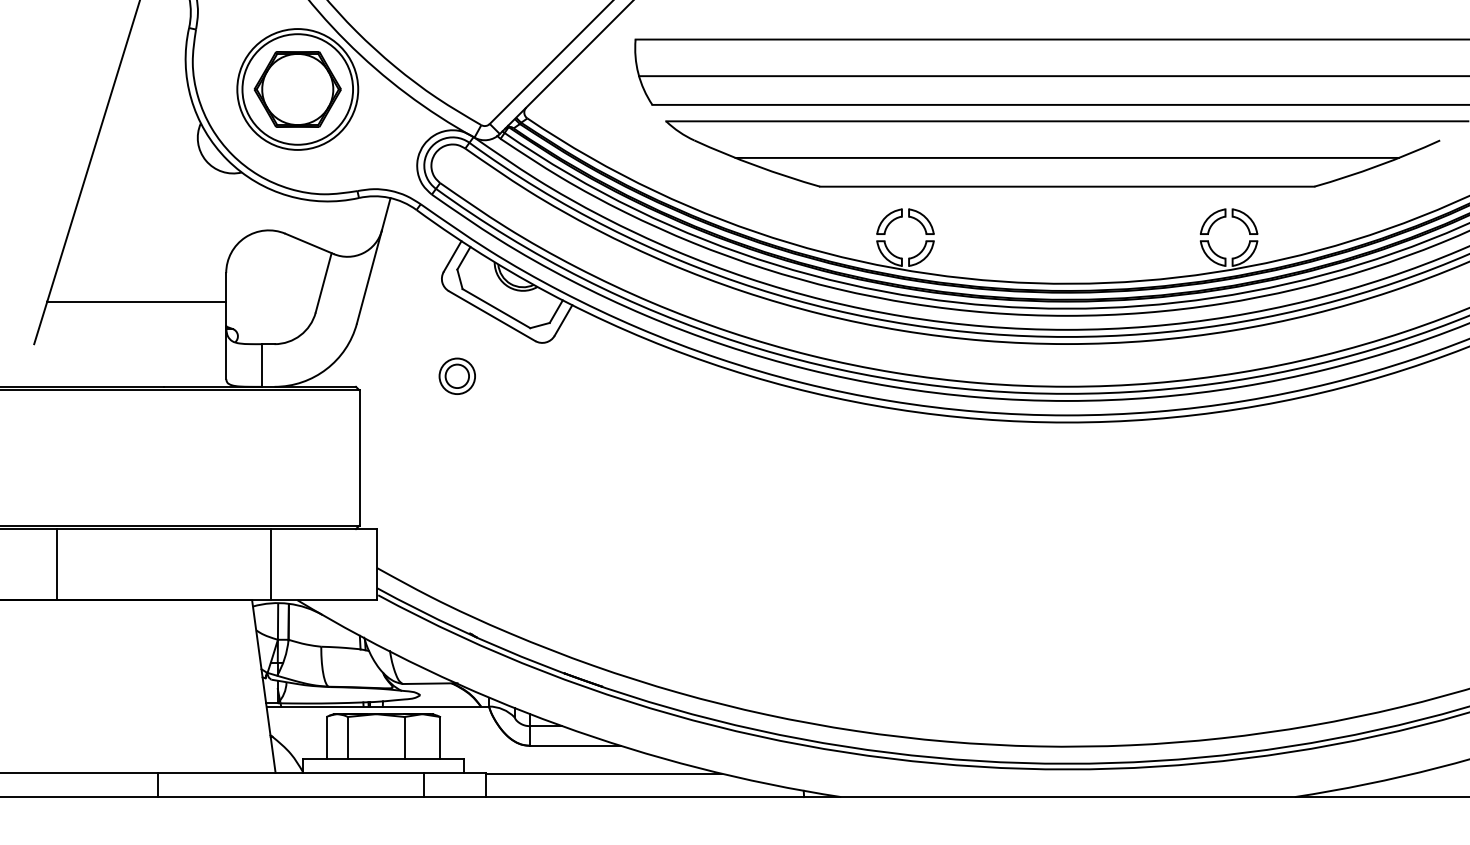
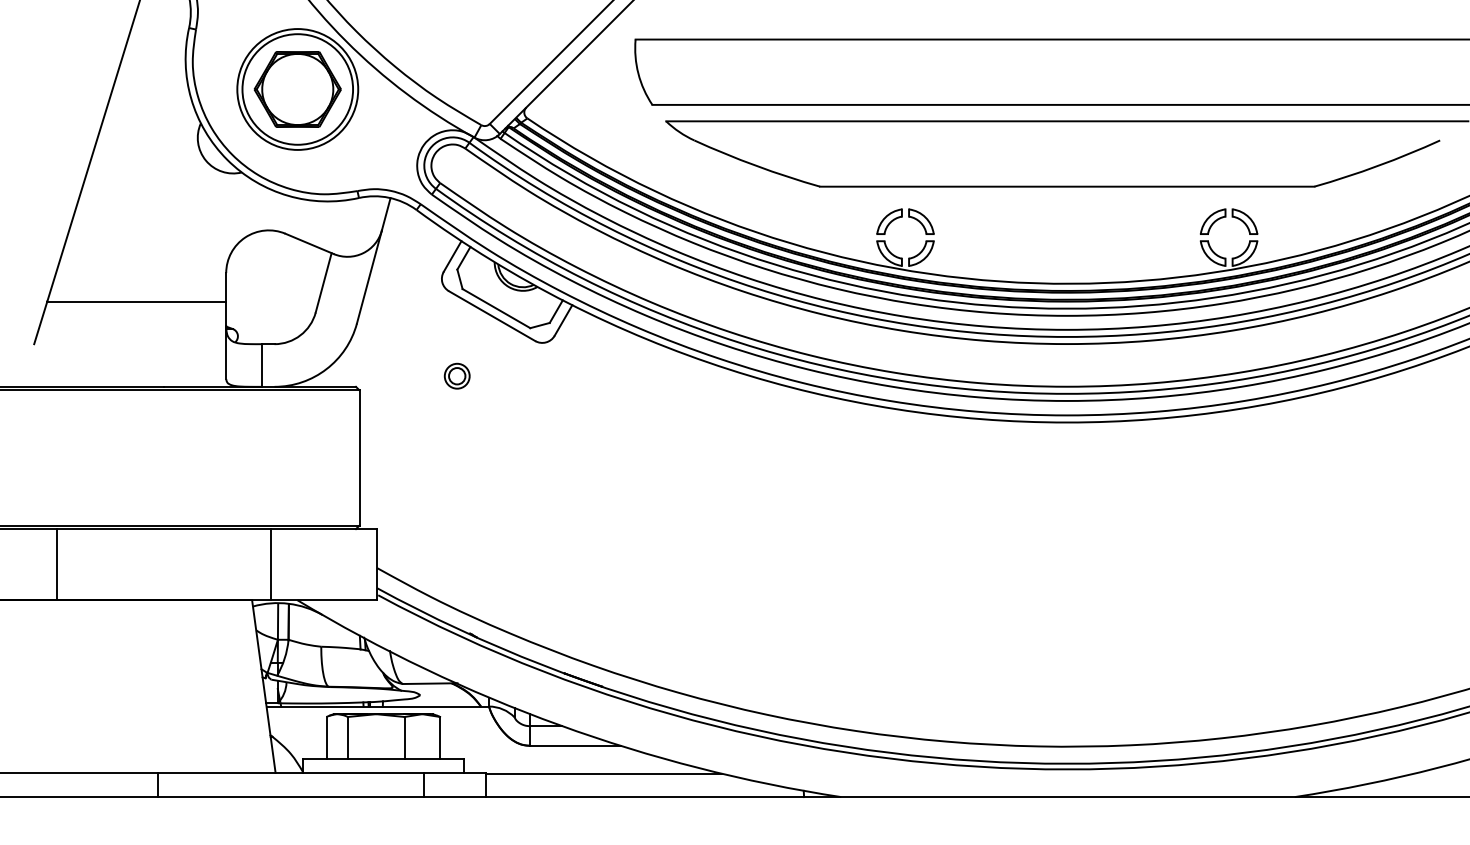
line at (1052, 76): present -> none
line at (1067, 157): present -> none
part at (456, 375) size: 38x38 px -> 28x28 px
